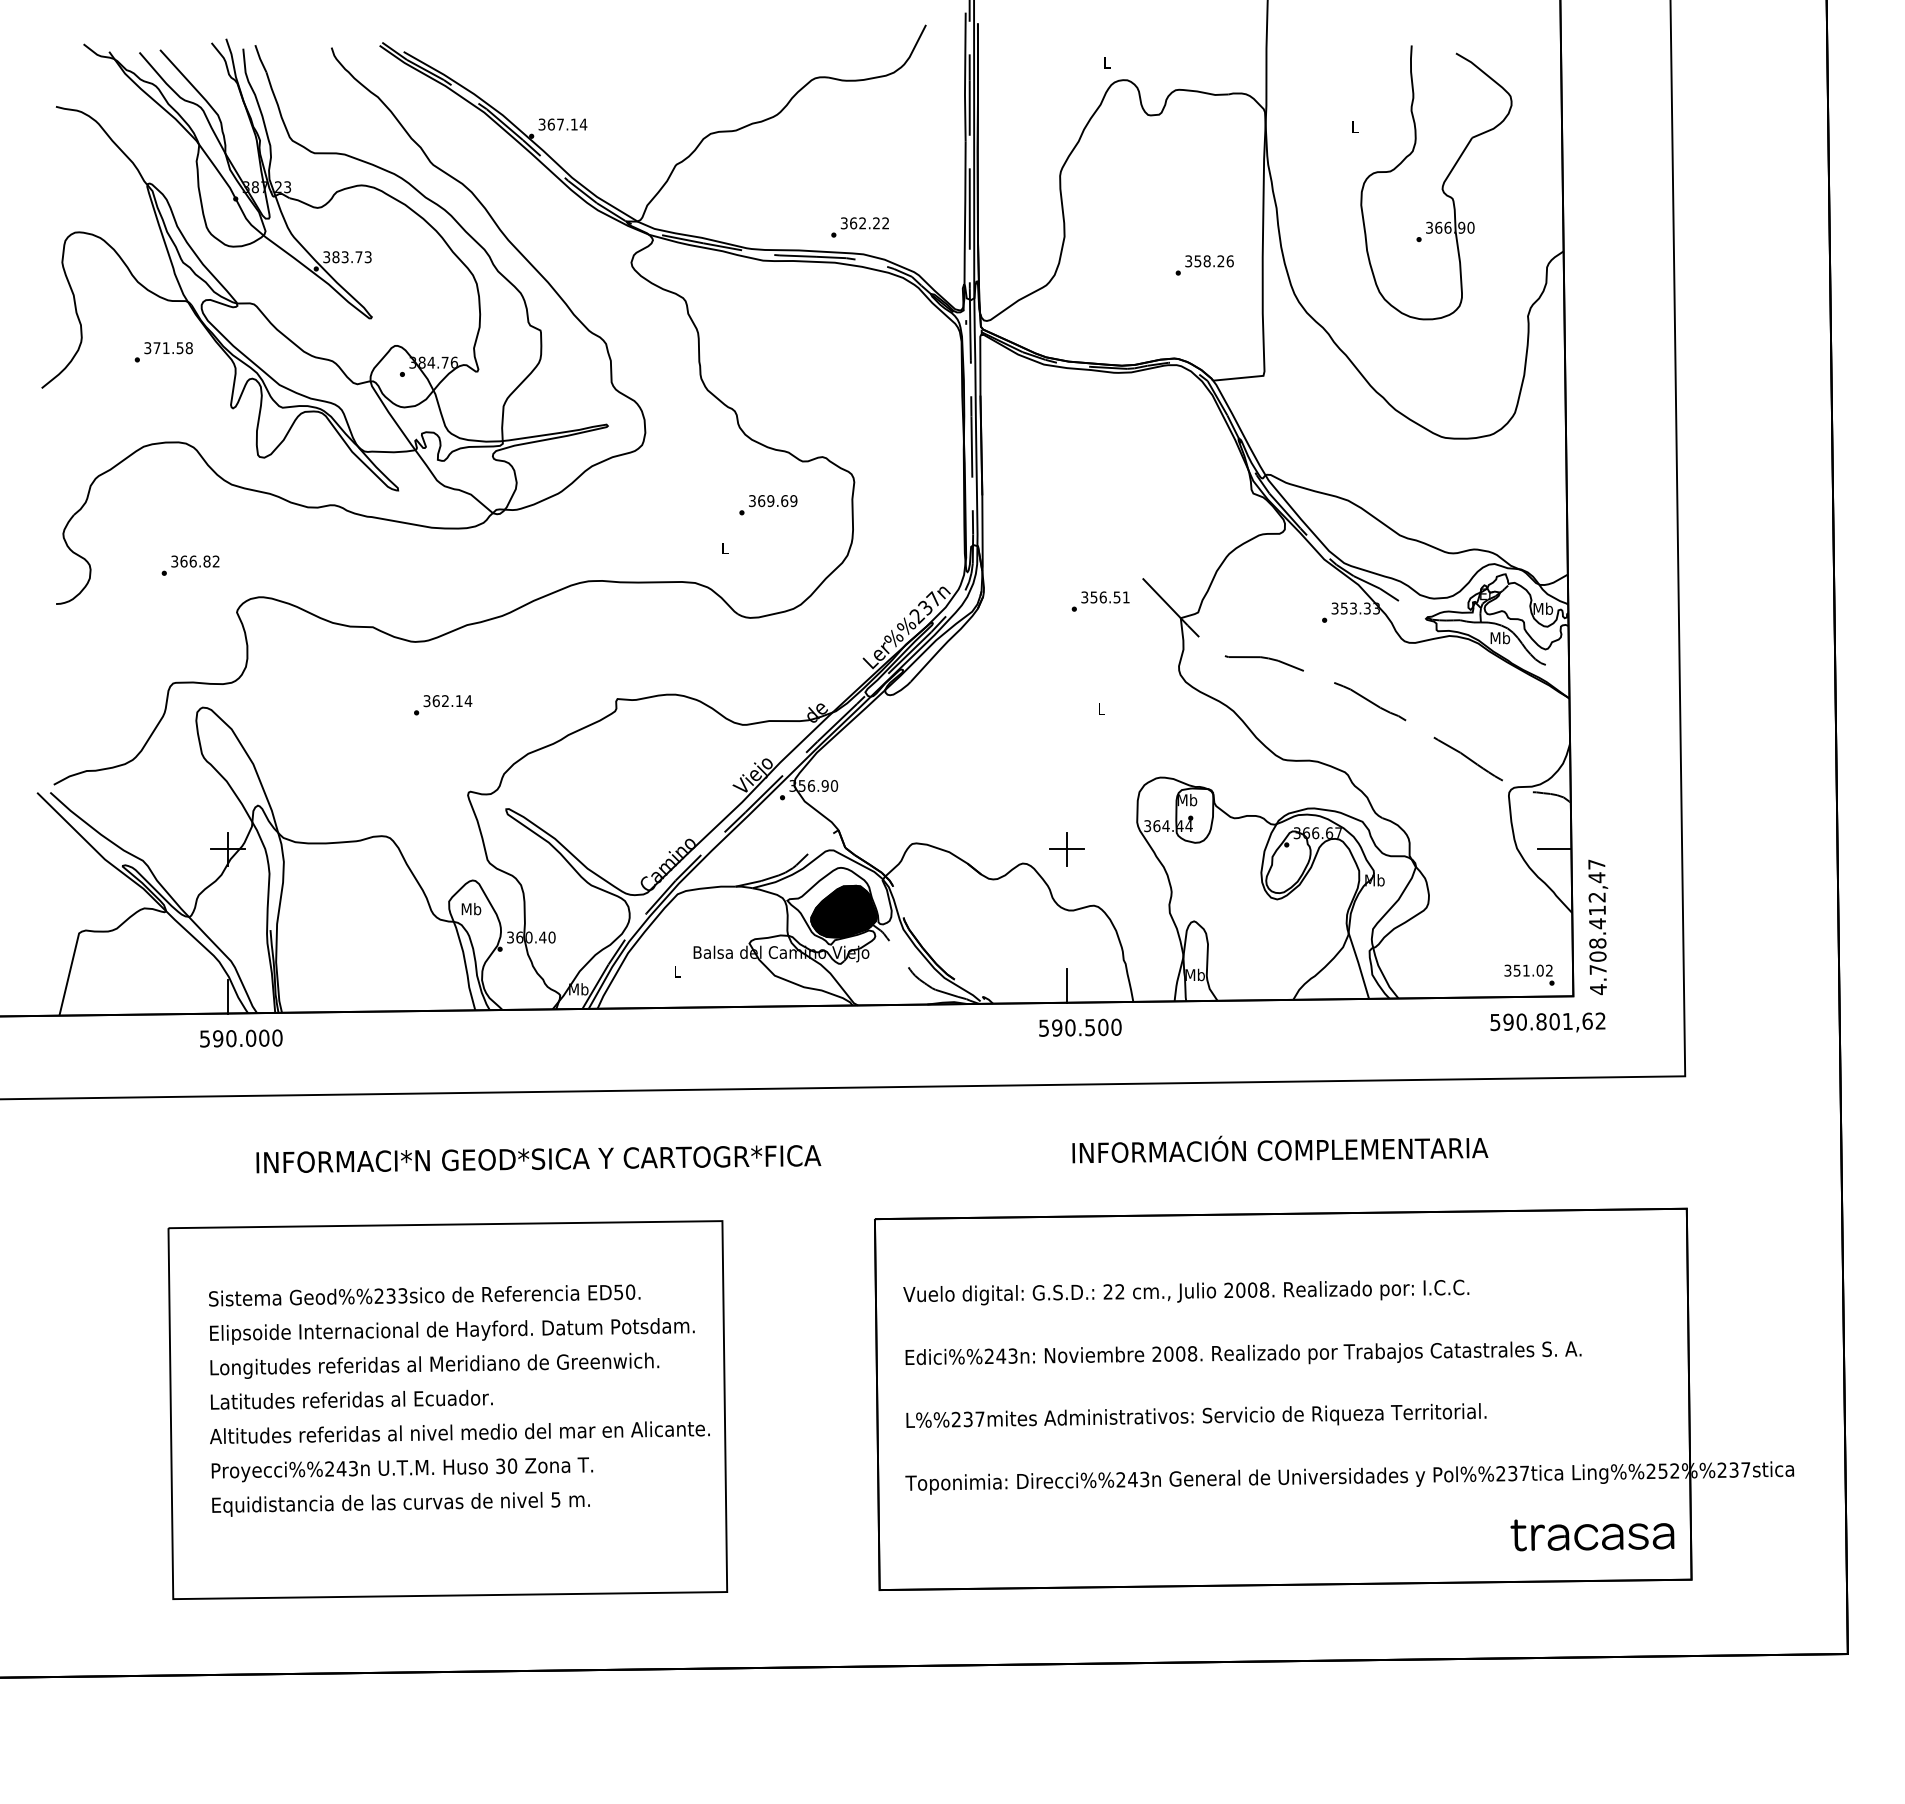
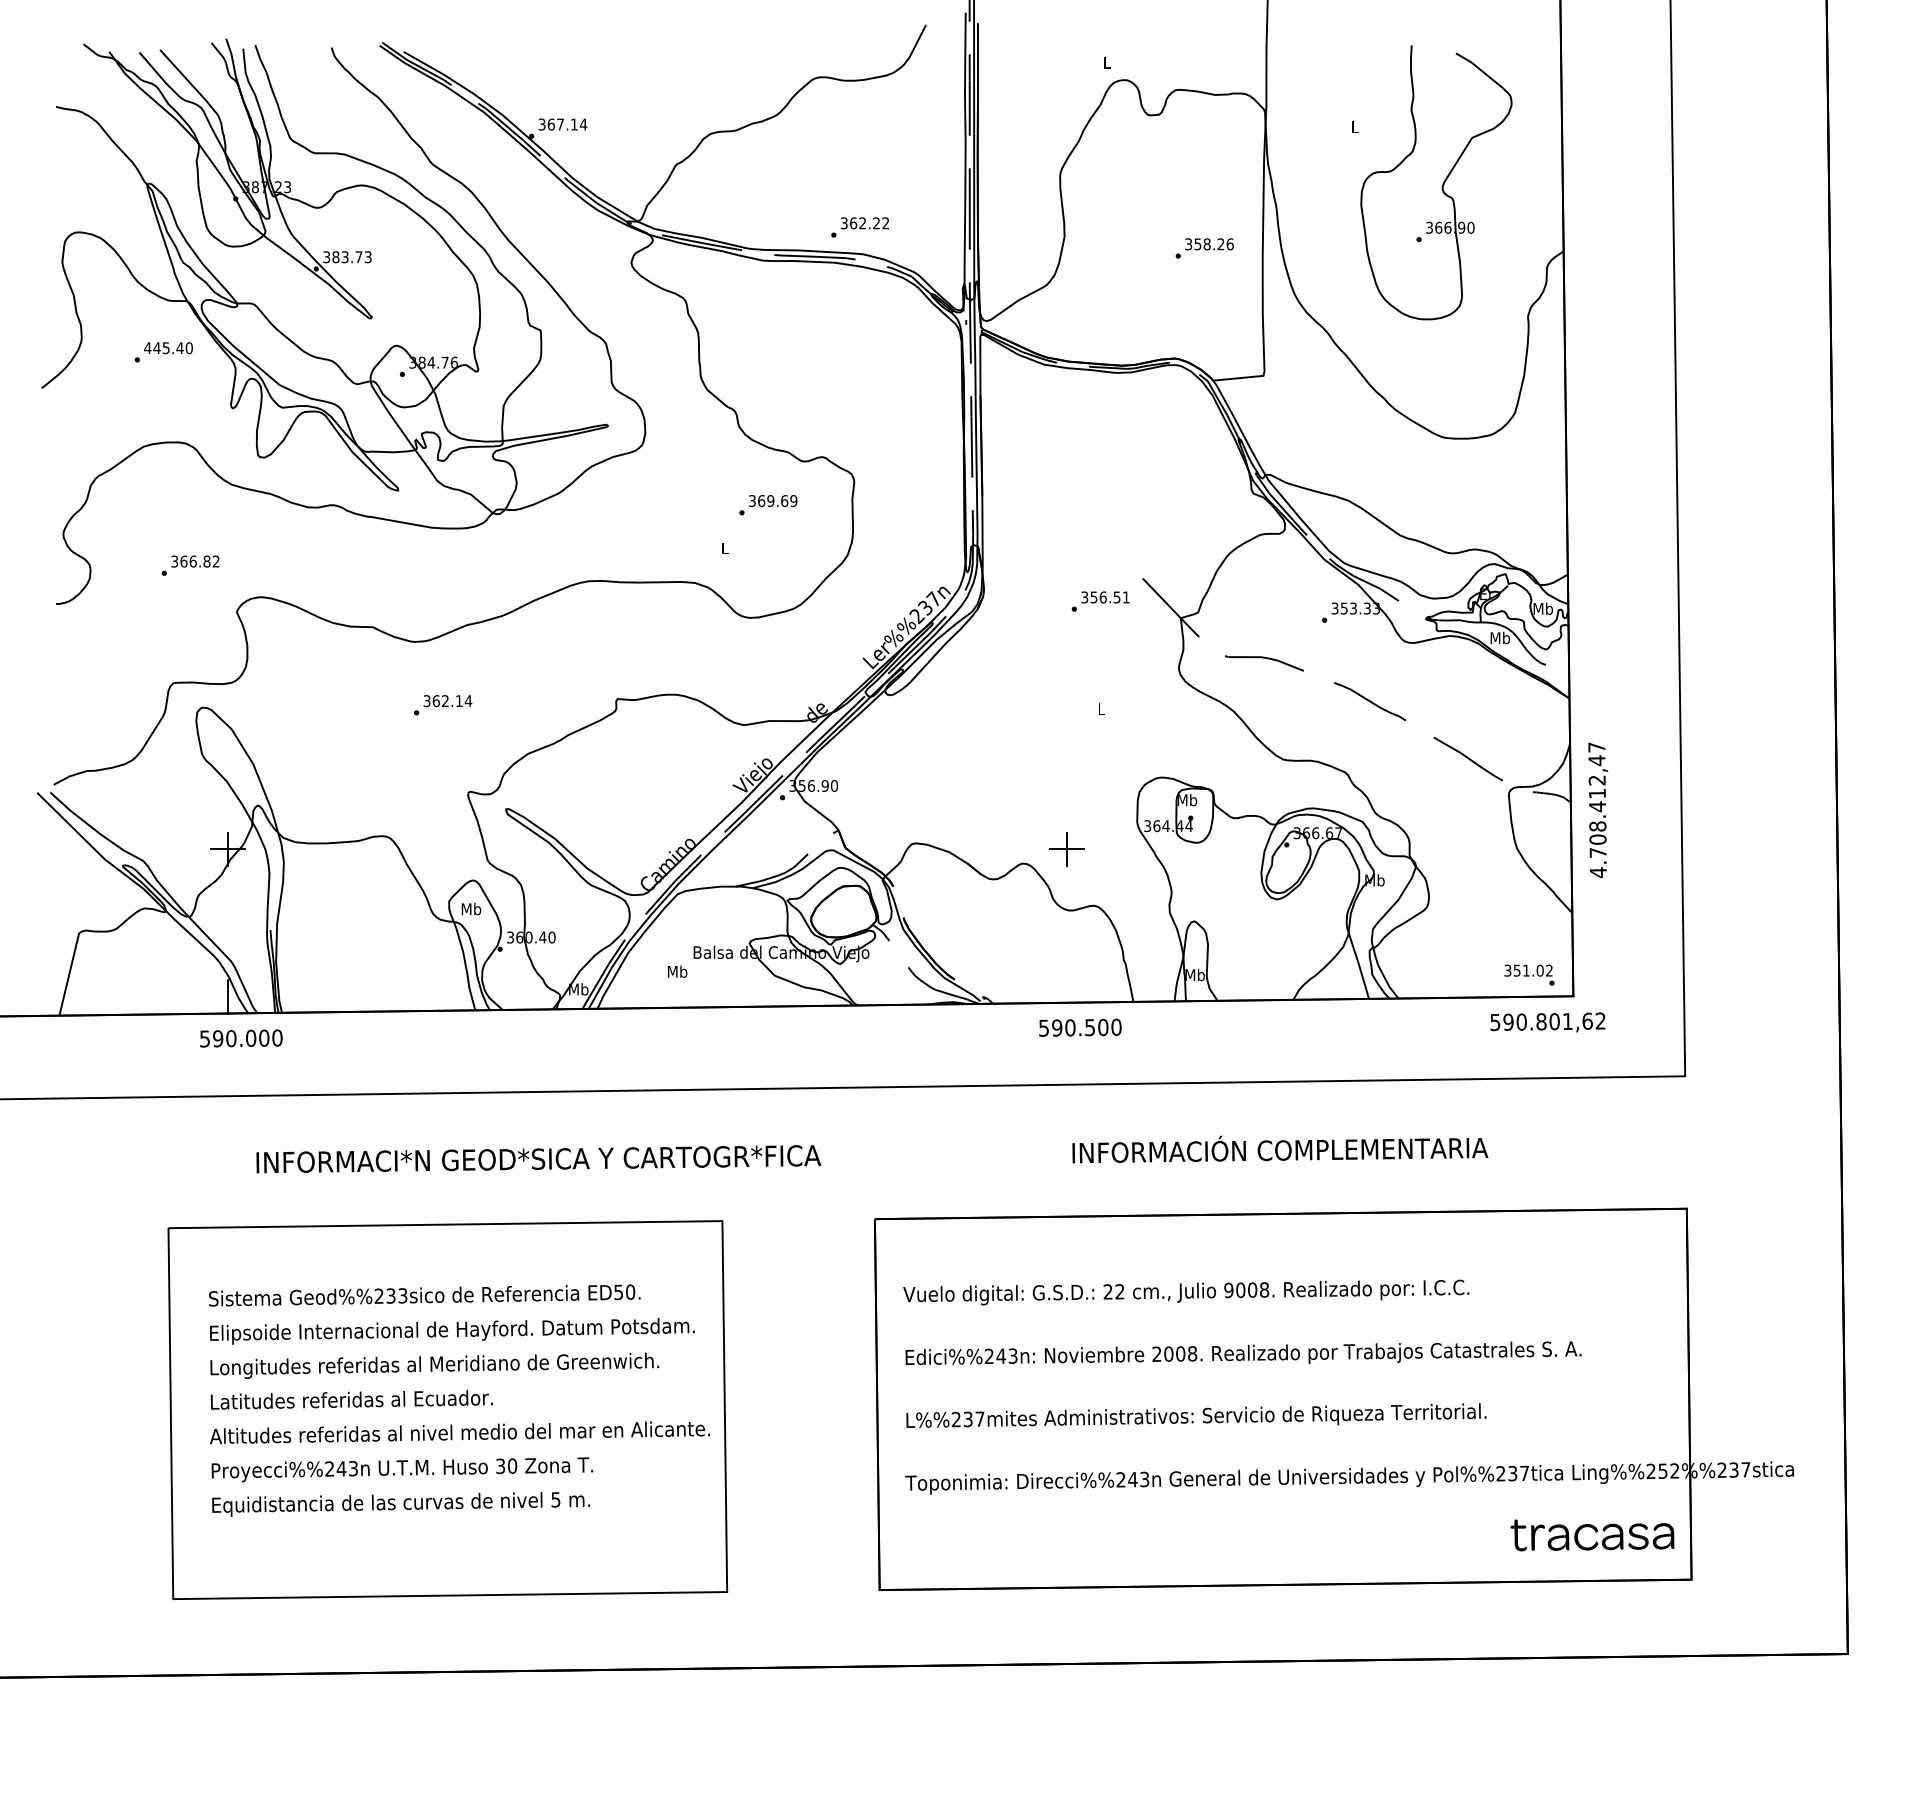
text at (1204, 265) position: (1204, 265) -> (1204, 248)
text at (168, 348): 371.58 -> 445.40
line at (1554, 849): present -> none
fill at (843, 911): present -> none
text at (1598, 927) position: (1598, 927) -> (1598, 810)
text at (677, 971): L -> Mb
line at (1067, 985): present -> none
text at (1228, 1290): 2008. -> 9008.
